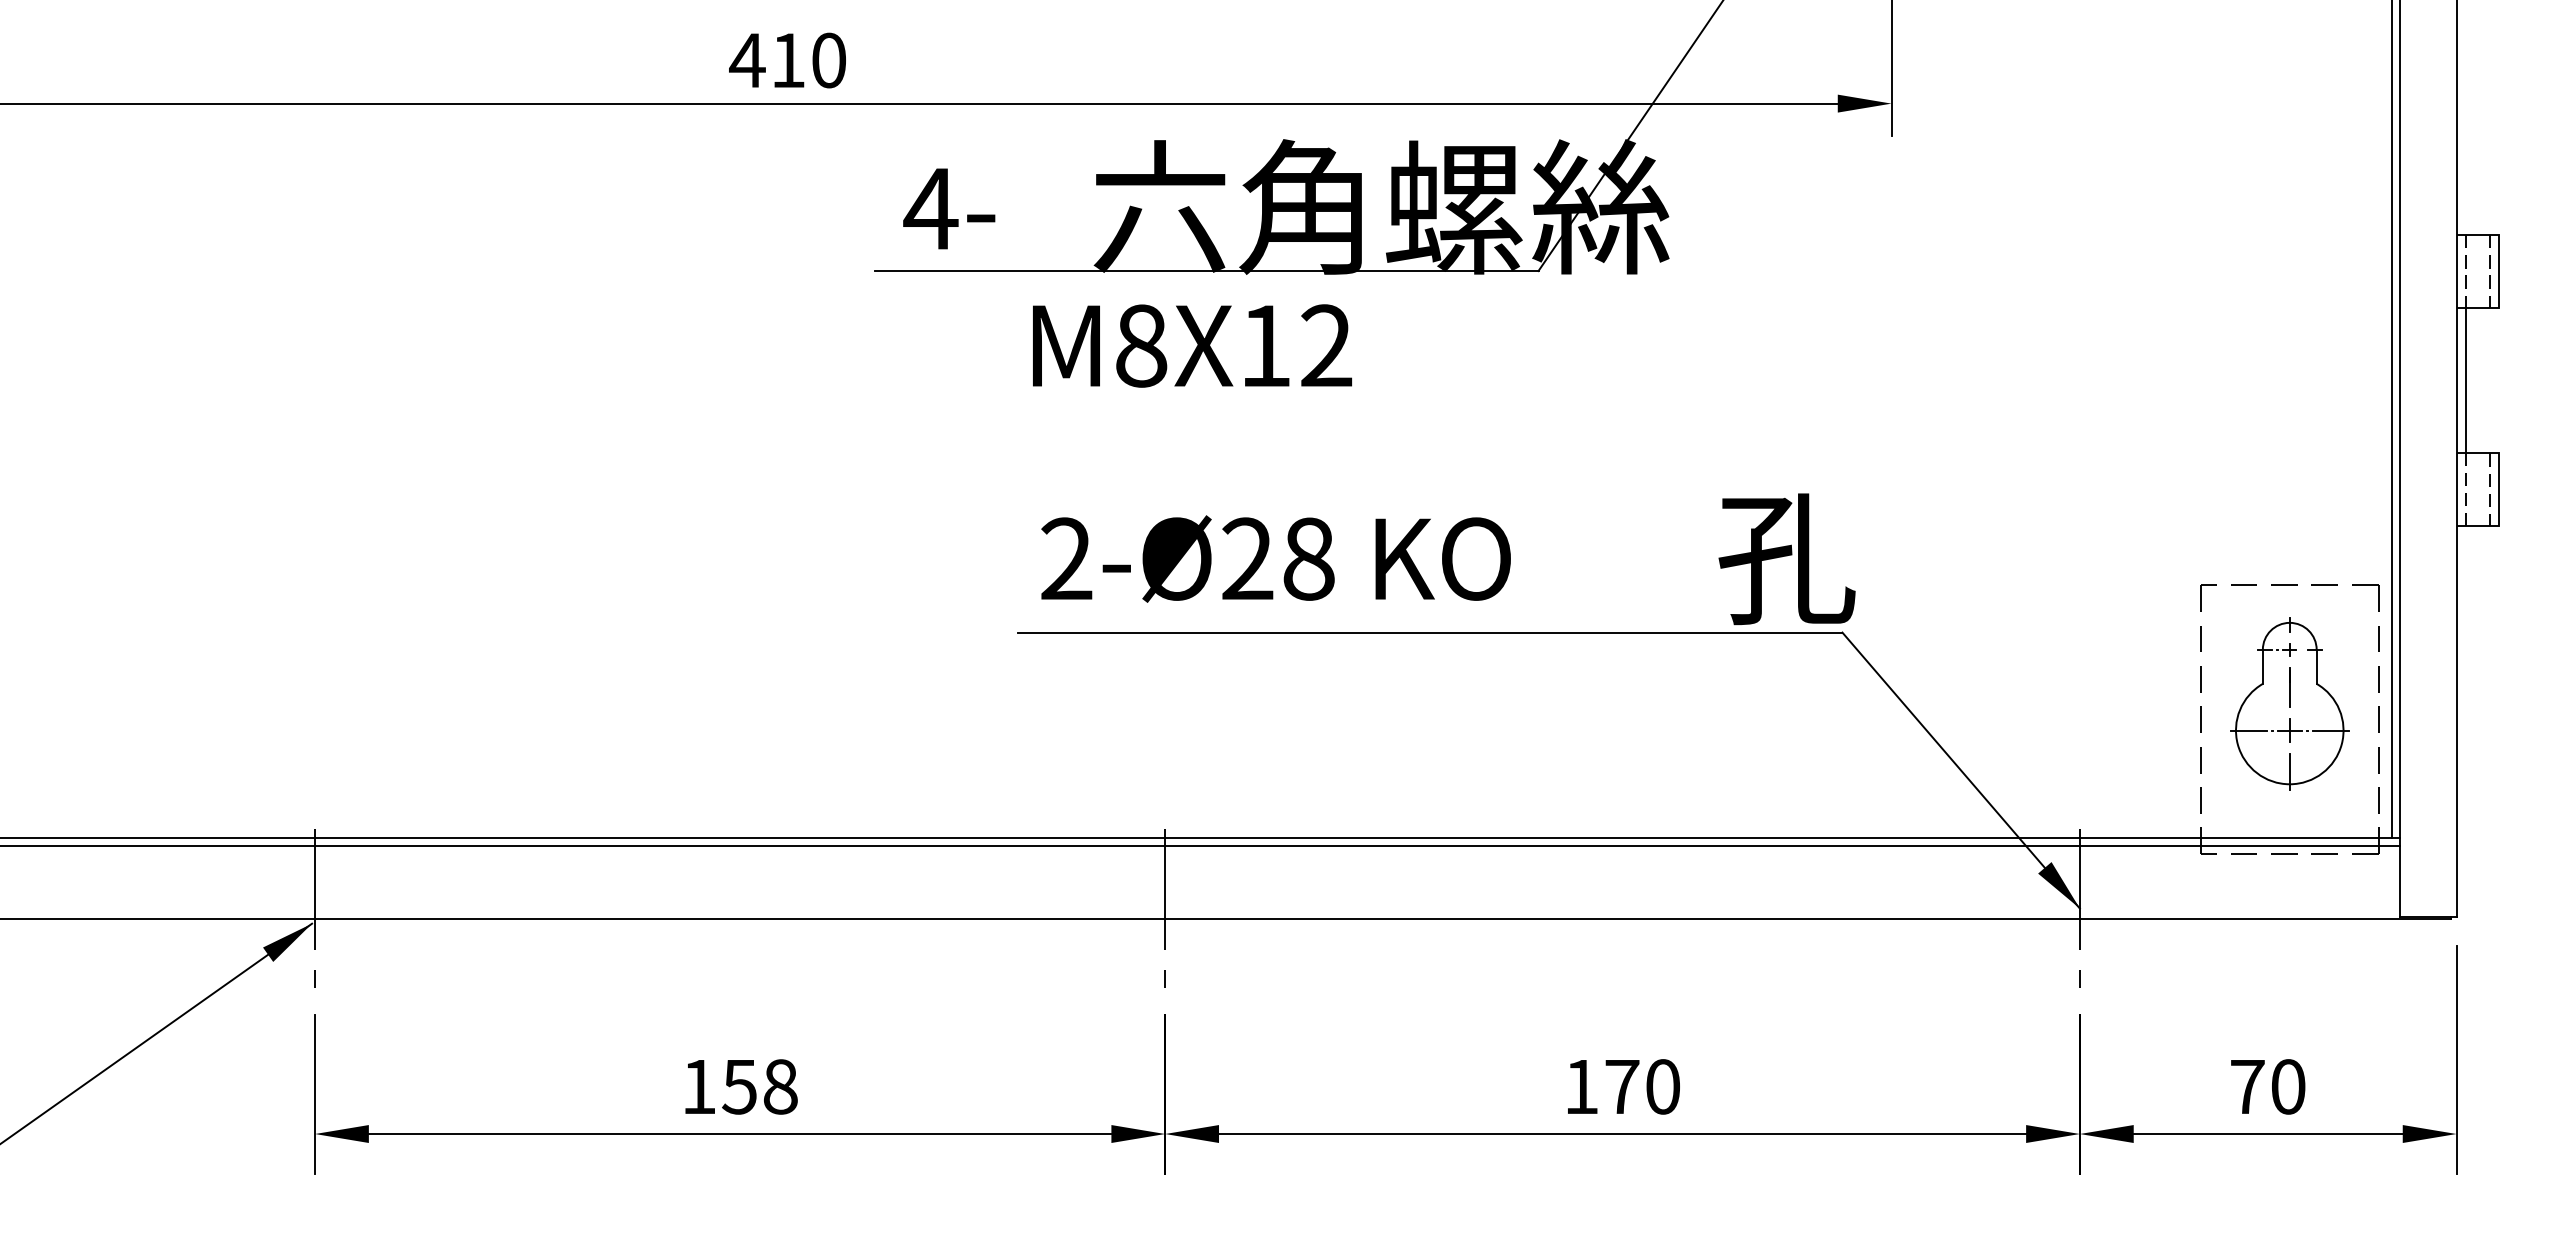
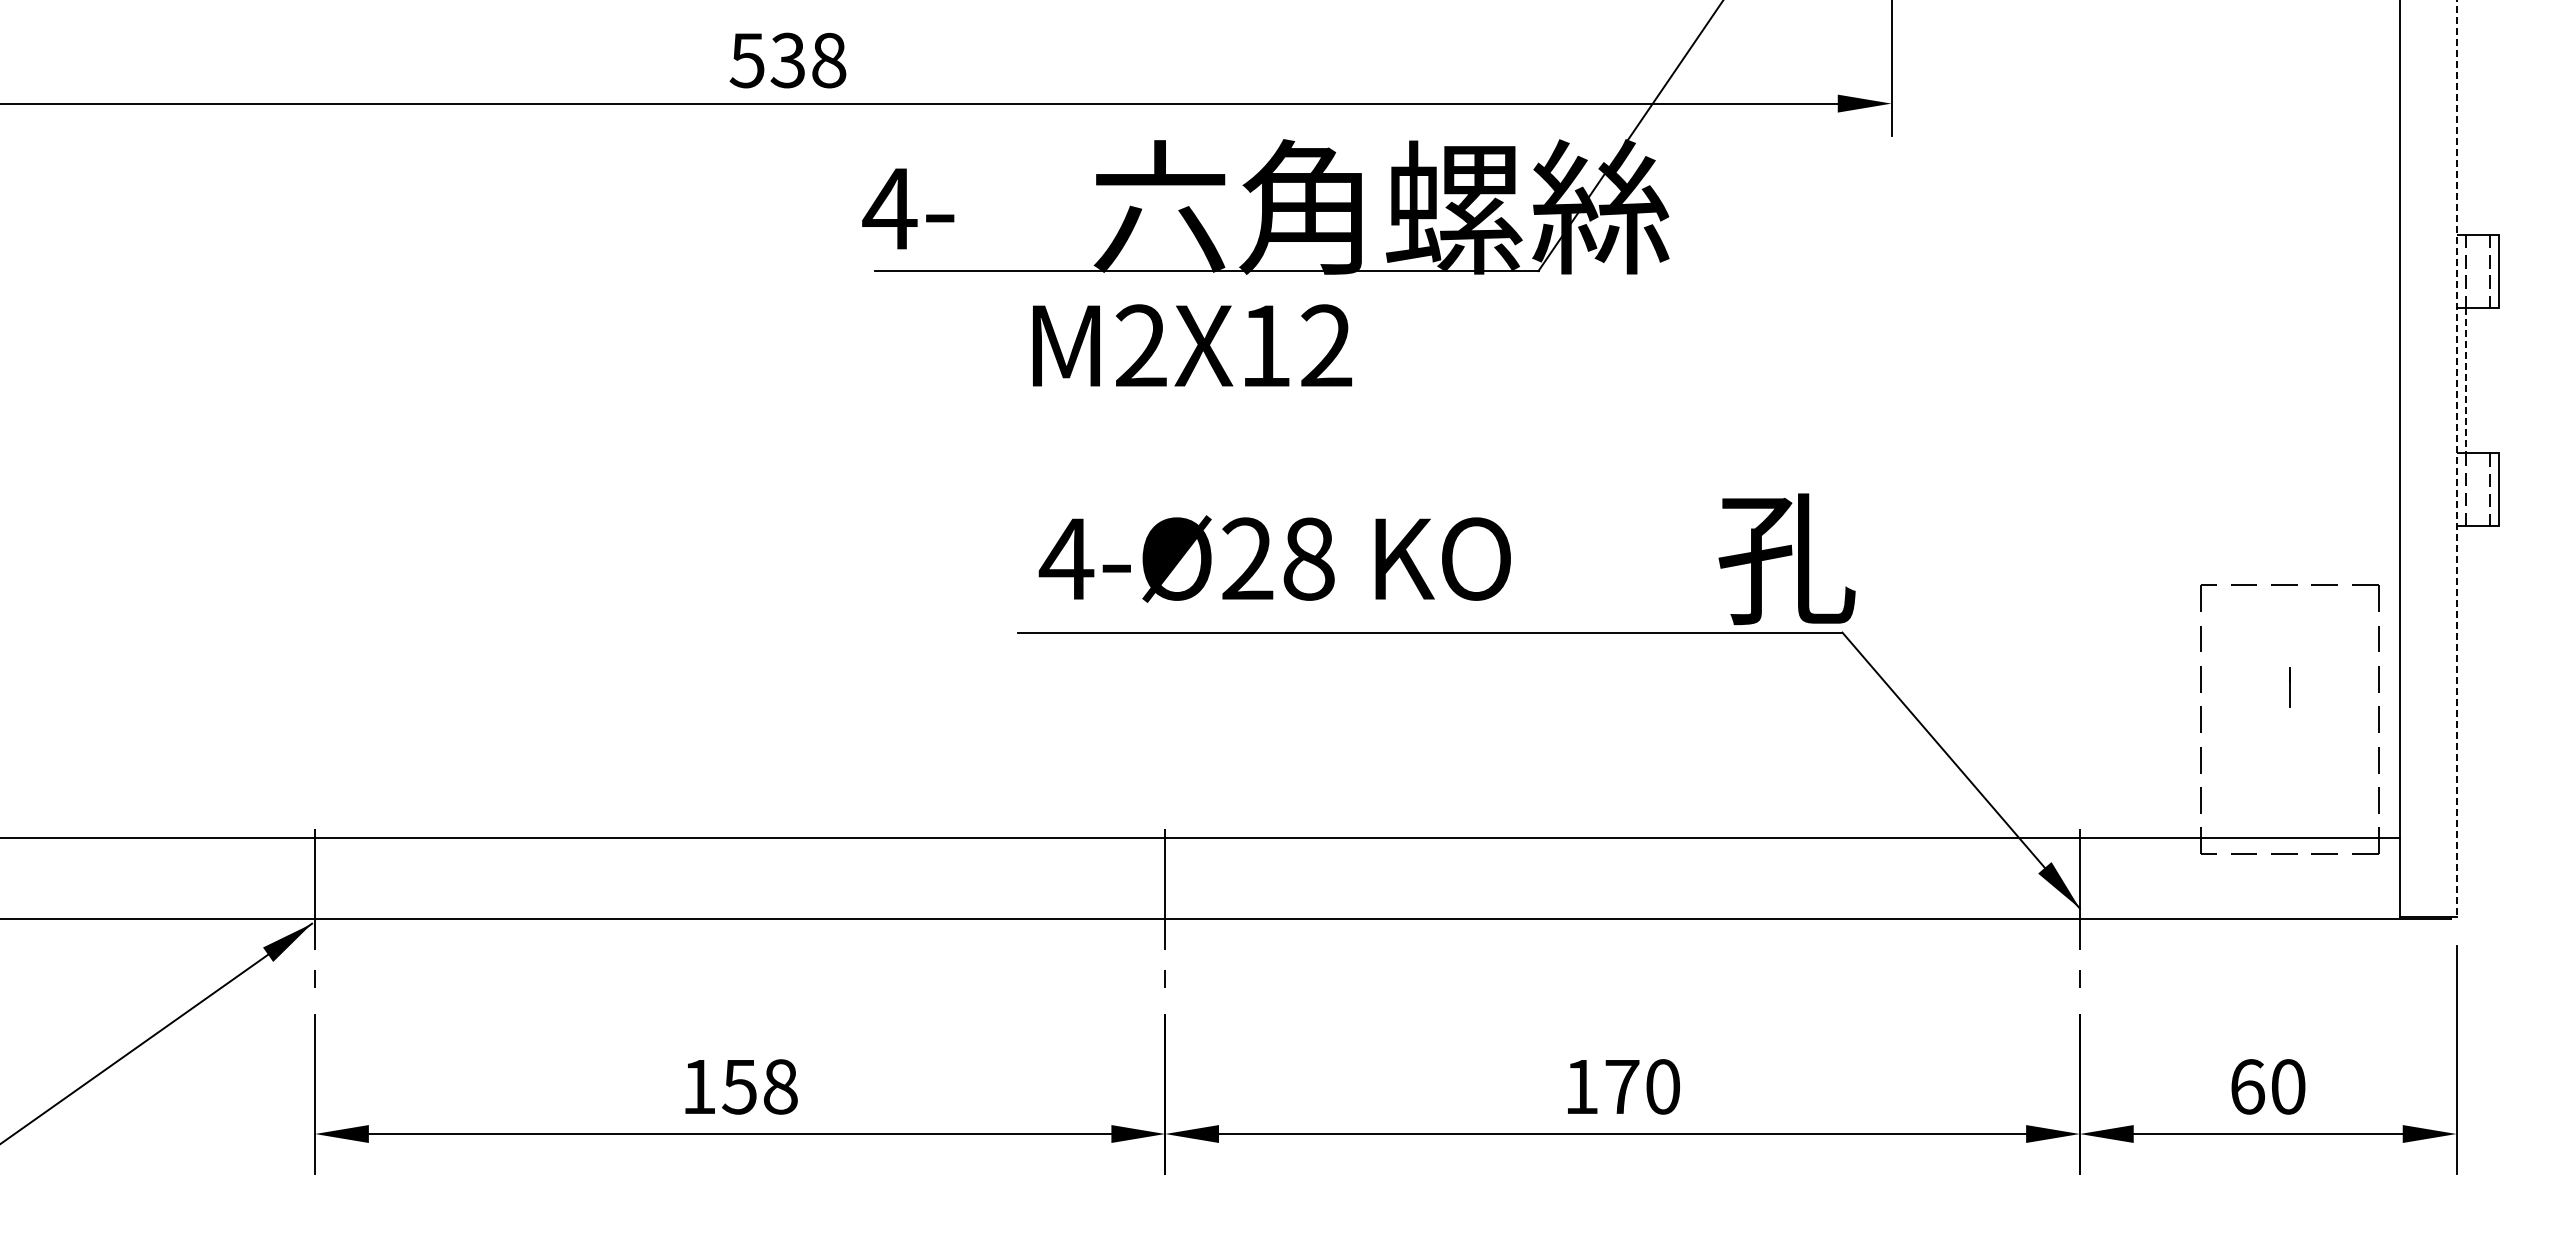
text at (787, 60): 410 -> 538
text at (949, 208) position: (949, 208) -> (908, 208)
text at (1141, 345): M8X12 -> M2X12
line at (2465, 380): solid -> dashed
line at (2392, 420): present -> none
line at (2456, 458): solid -> dashed
text at (1066, 558): 2-Ø28 -> 4-Ø28
part at (2289, 703): present -> none
line at (1200, 845): present -> none
text at (2247, 1086): 70 -> 60
